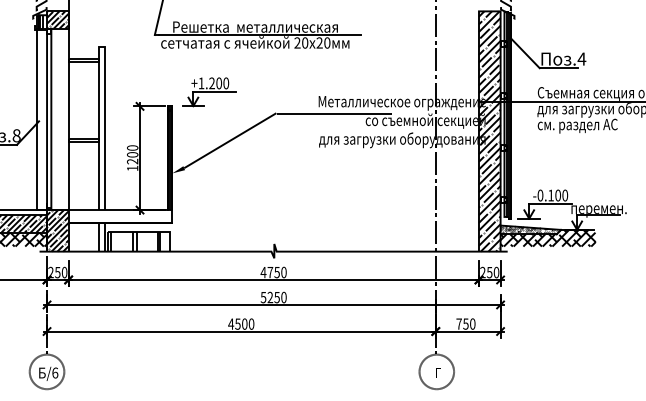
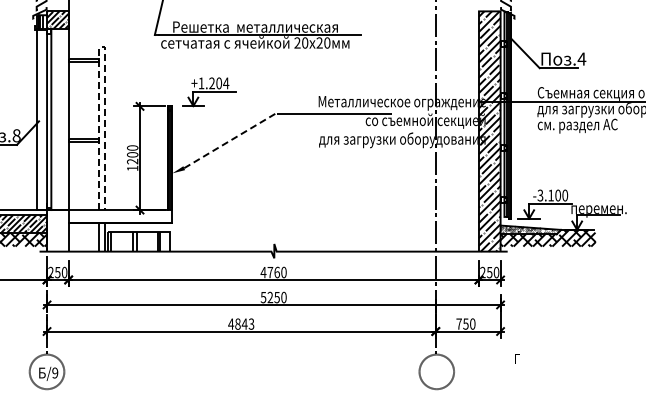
line at (102, 47): solid -> dashed
text at (226, 83): +1.200 -> +1.204
line at (230, 140): solid -> dashed
text at (540, 195): -0.100 -> -3.100
hatch at (57, 230): present -> none
text at (276, 272): 4750 -> 4760
text at (244, 323): 4500 -> 4843
text at (55, 372): /6 -> /9
text at (438, 372) position: (438, 372) -> (517, 358)
